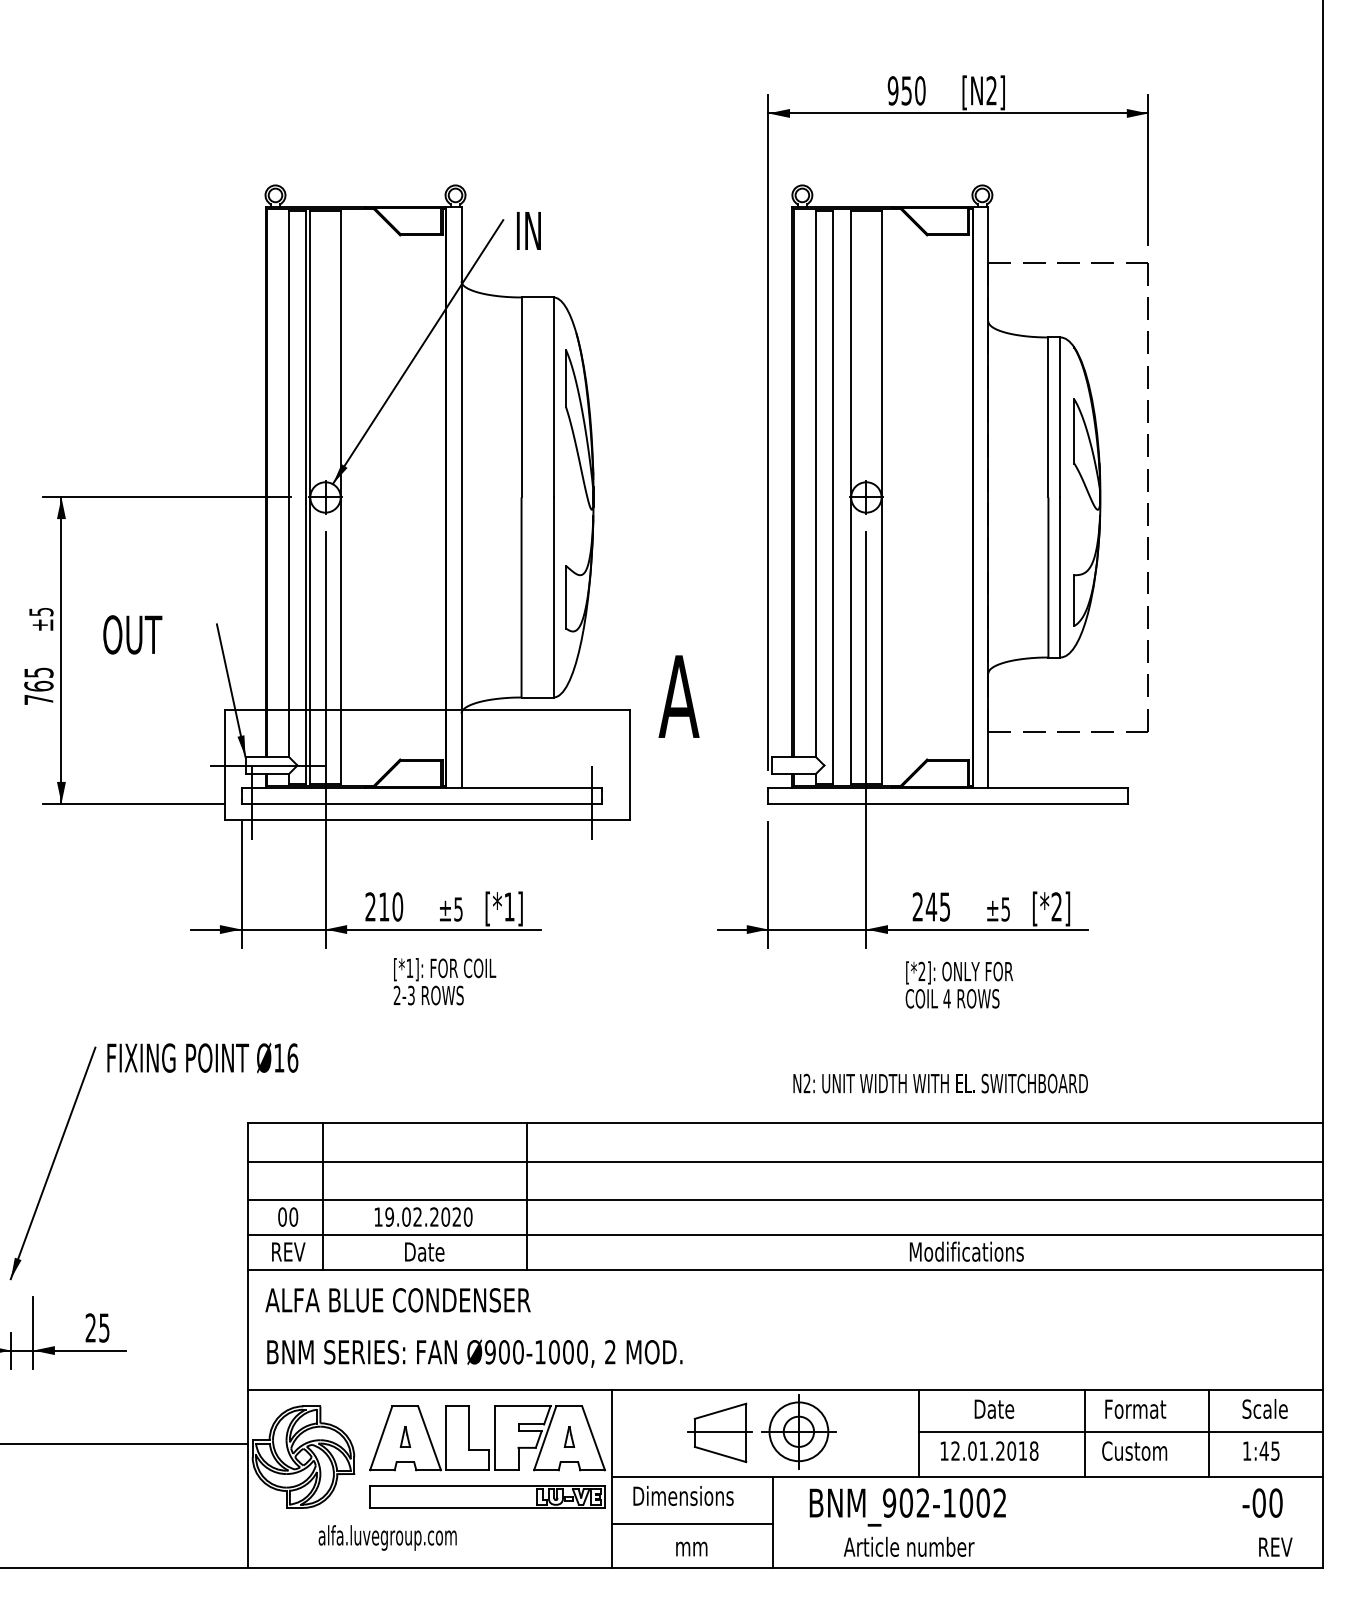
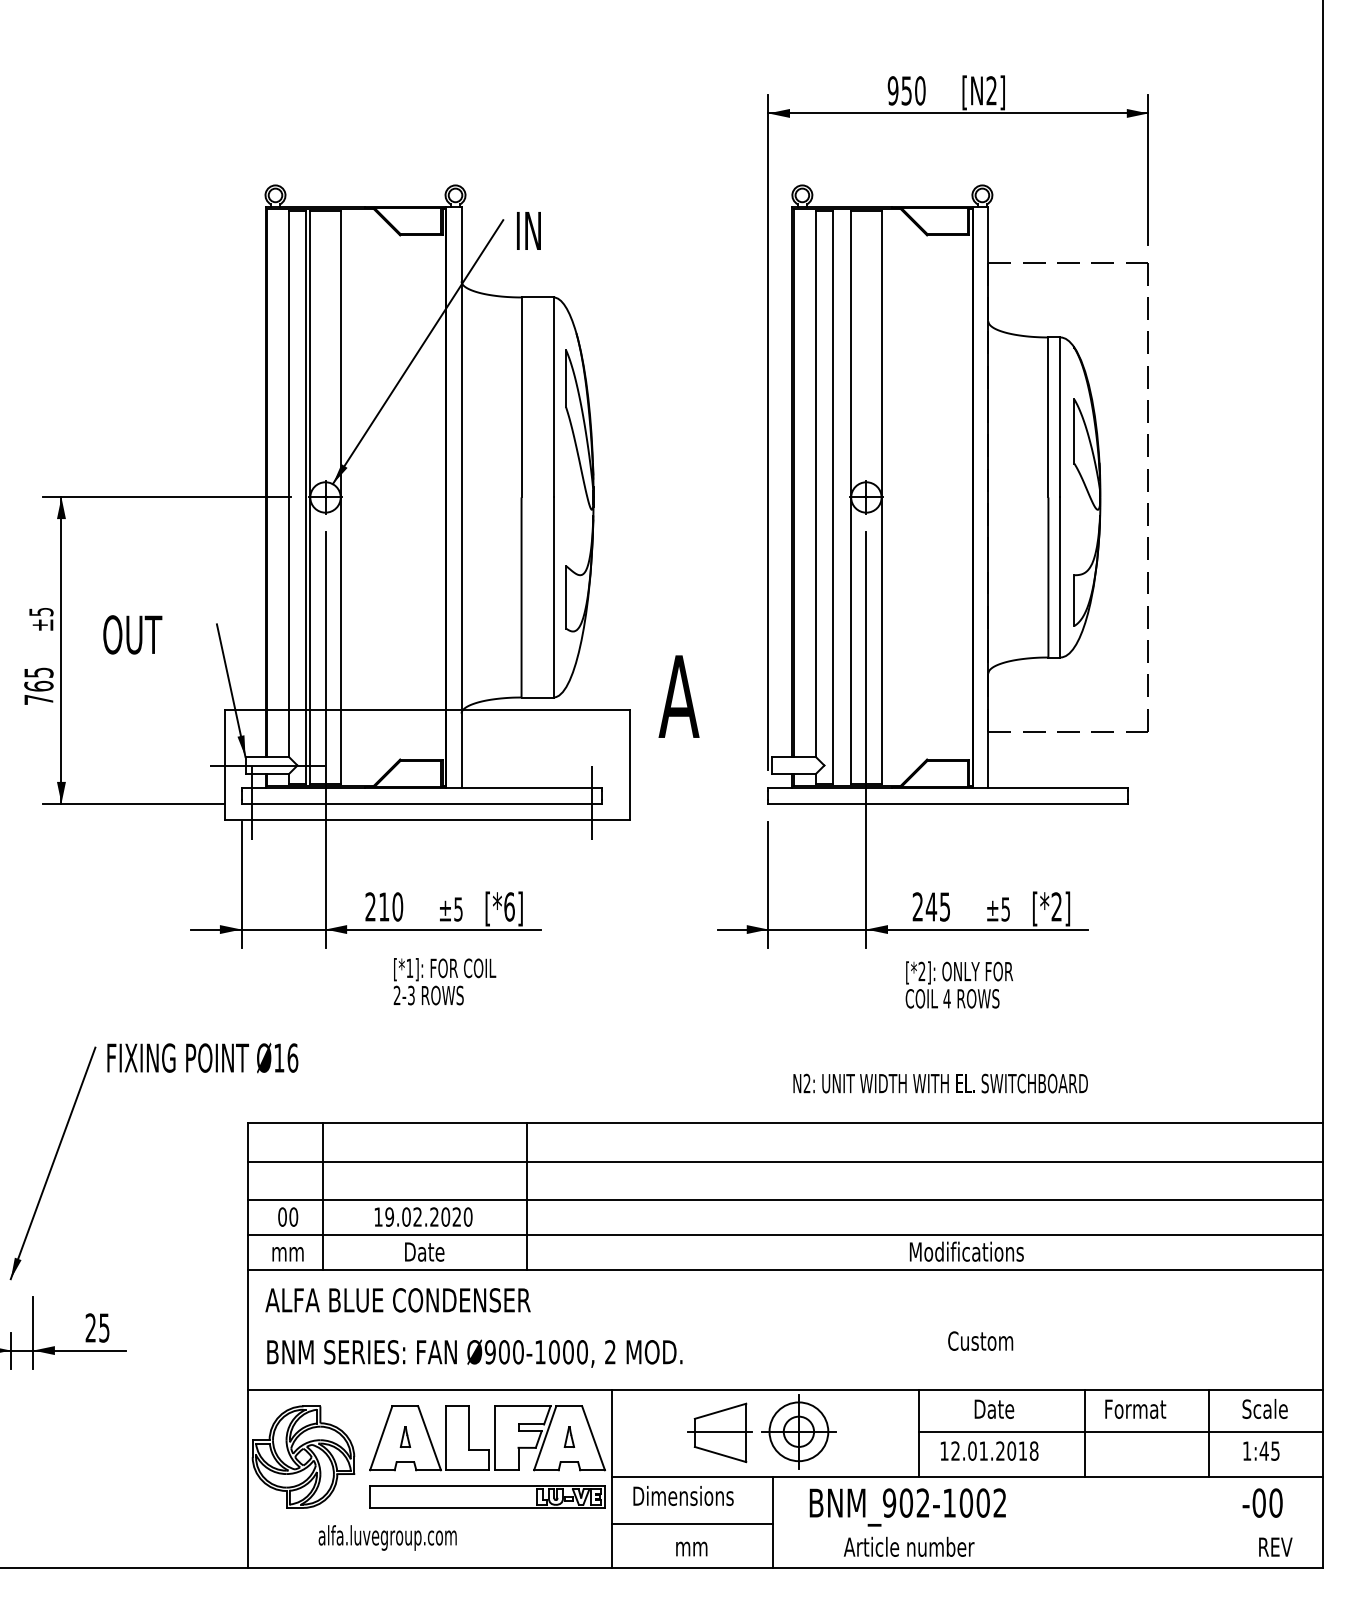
text at (509, 906): [*1] -> [*6]
text at (288, 1251): REV -> mm
line at (125, 1443): present -> none
text at (1134, 1450) position: (1134, 1450) -> (980, 1340)
